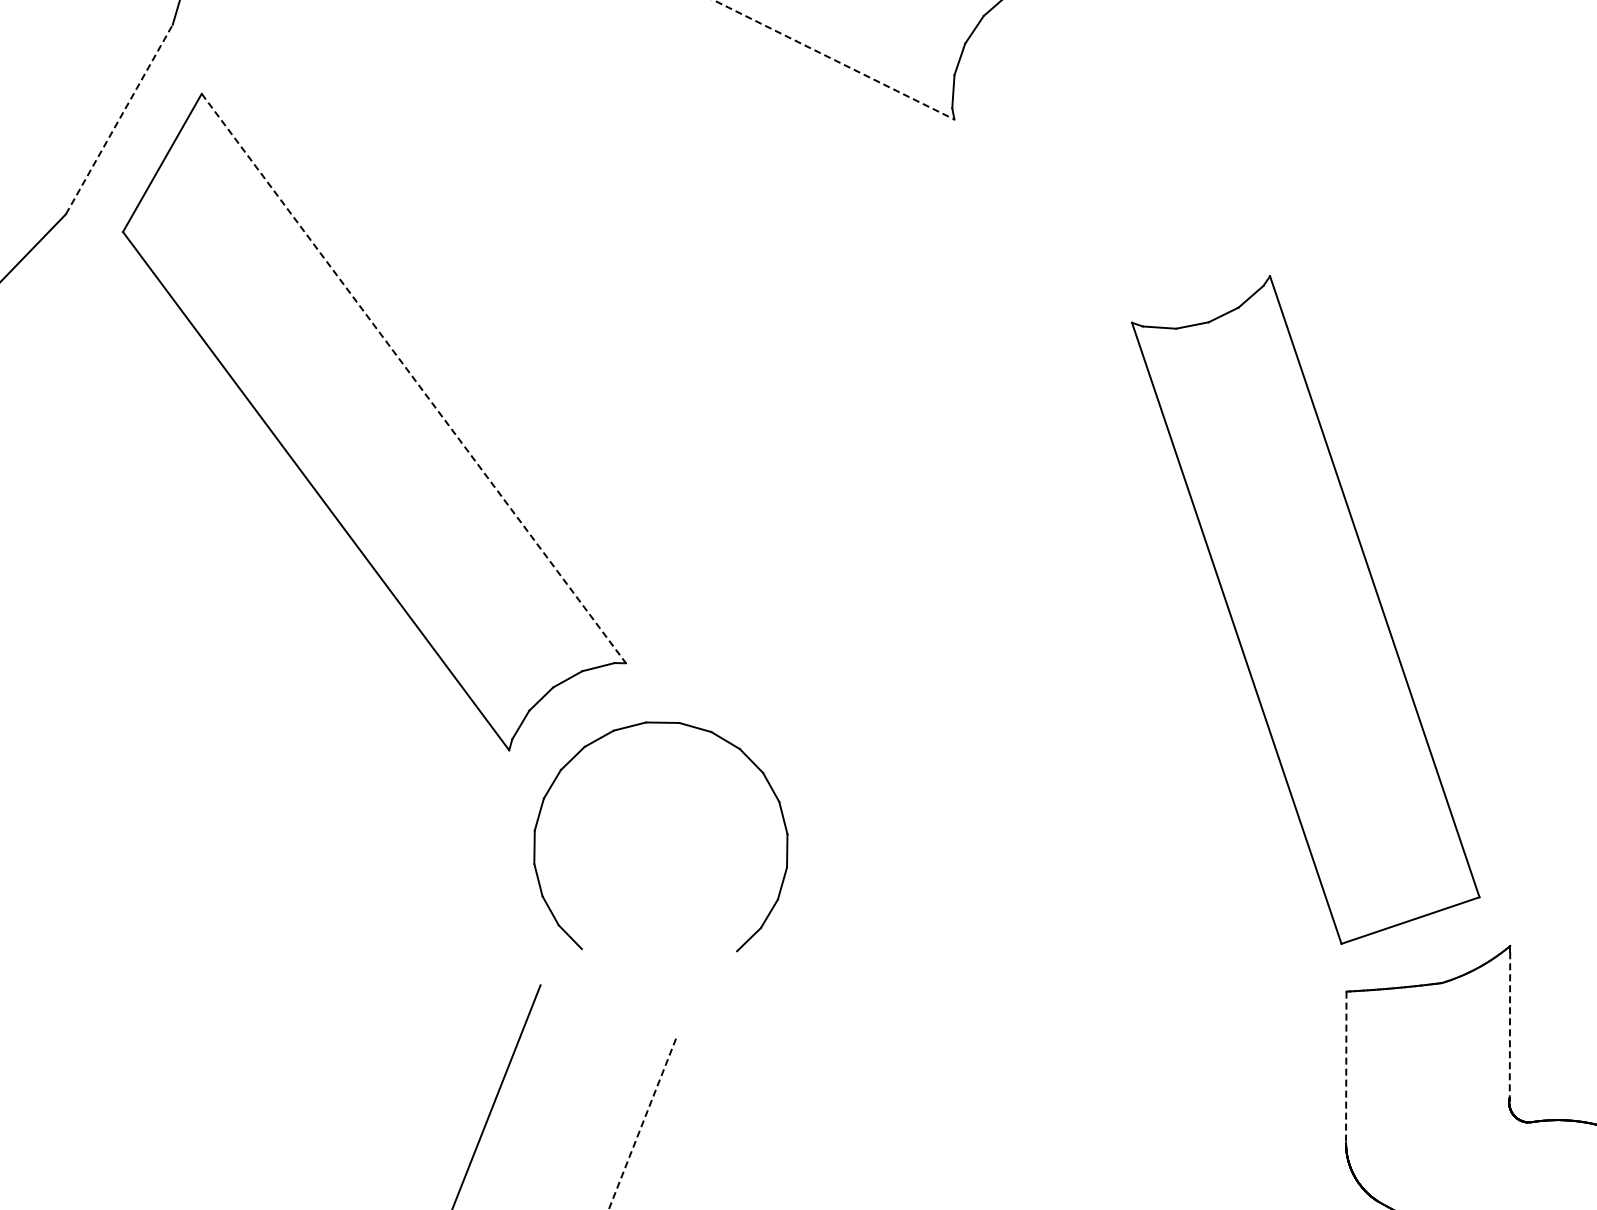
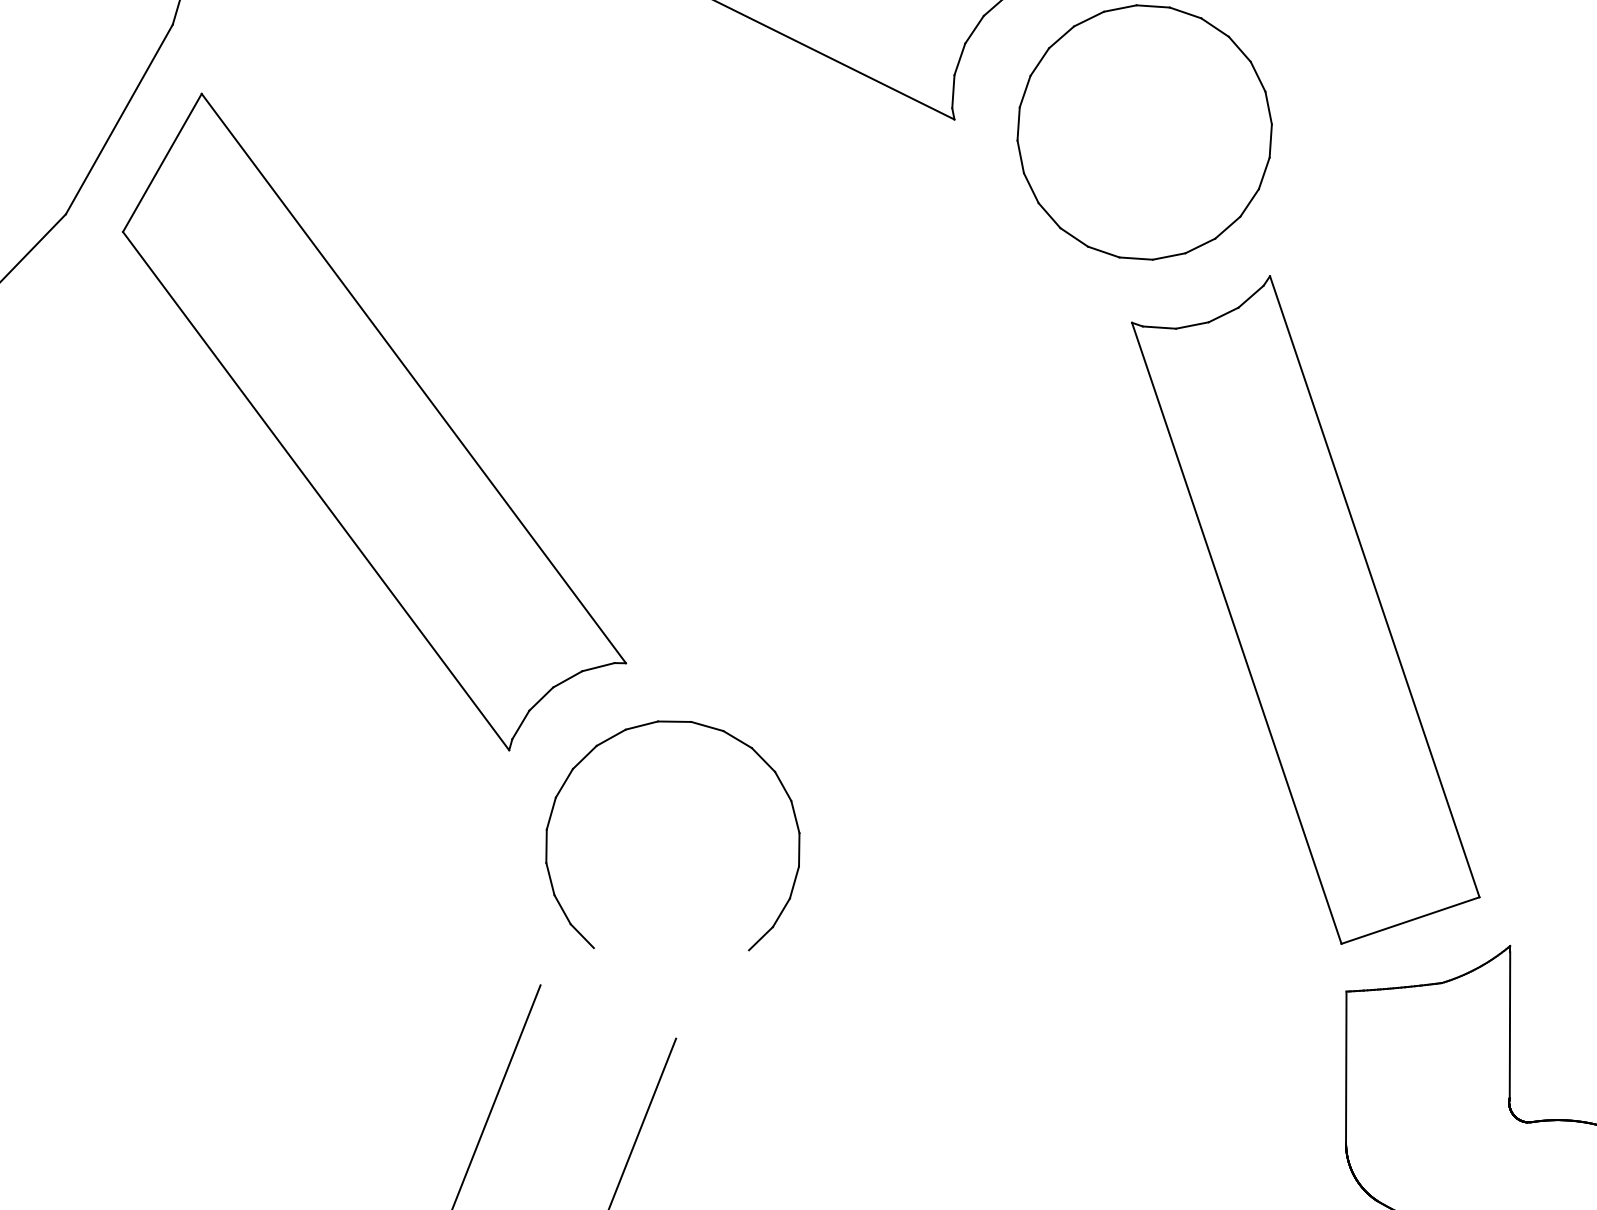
line at (834, 60): dashed -> solid
line at (119, 119): dashed -> solid
part at (1144, 132): none -> present
line at (414, 378): dashed -> solid
part at (631, 727) position: (631, 727) -> (643, 726)
line at (1509, 1025): dashed -> solid
line at (1346, 1067): dashed -> solid
line at (642, 1124): dashed -> solid
